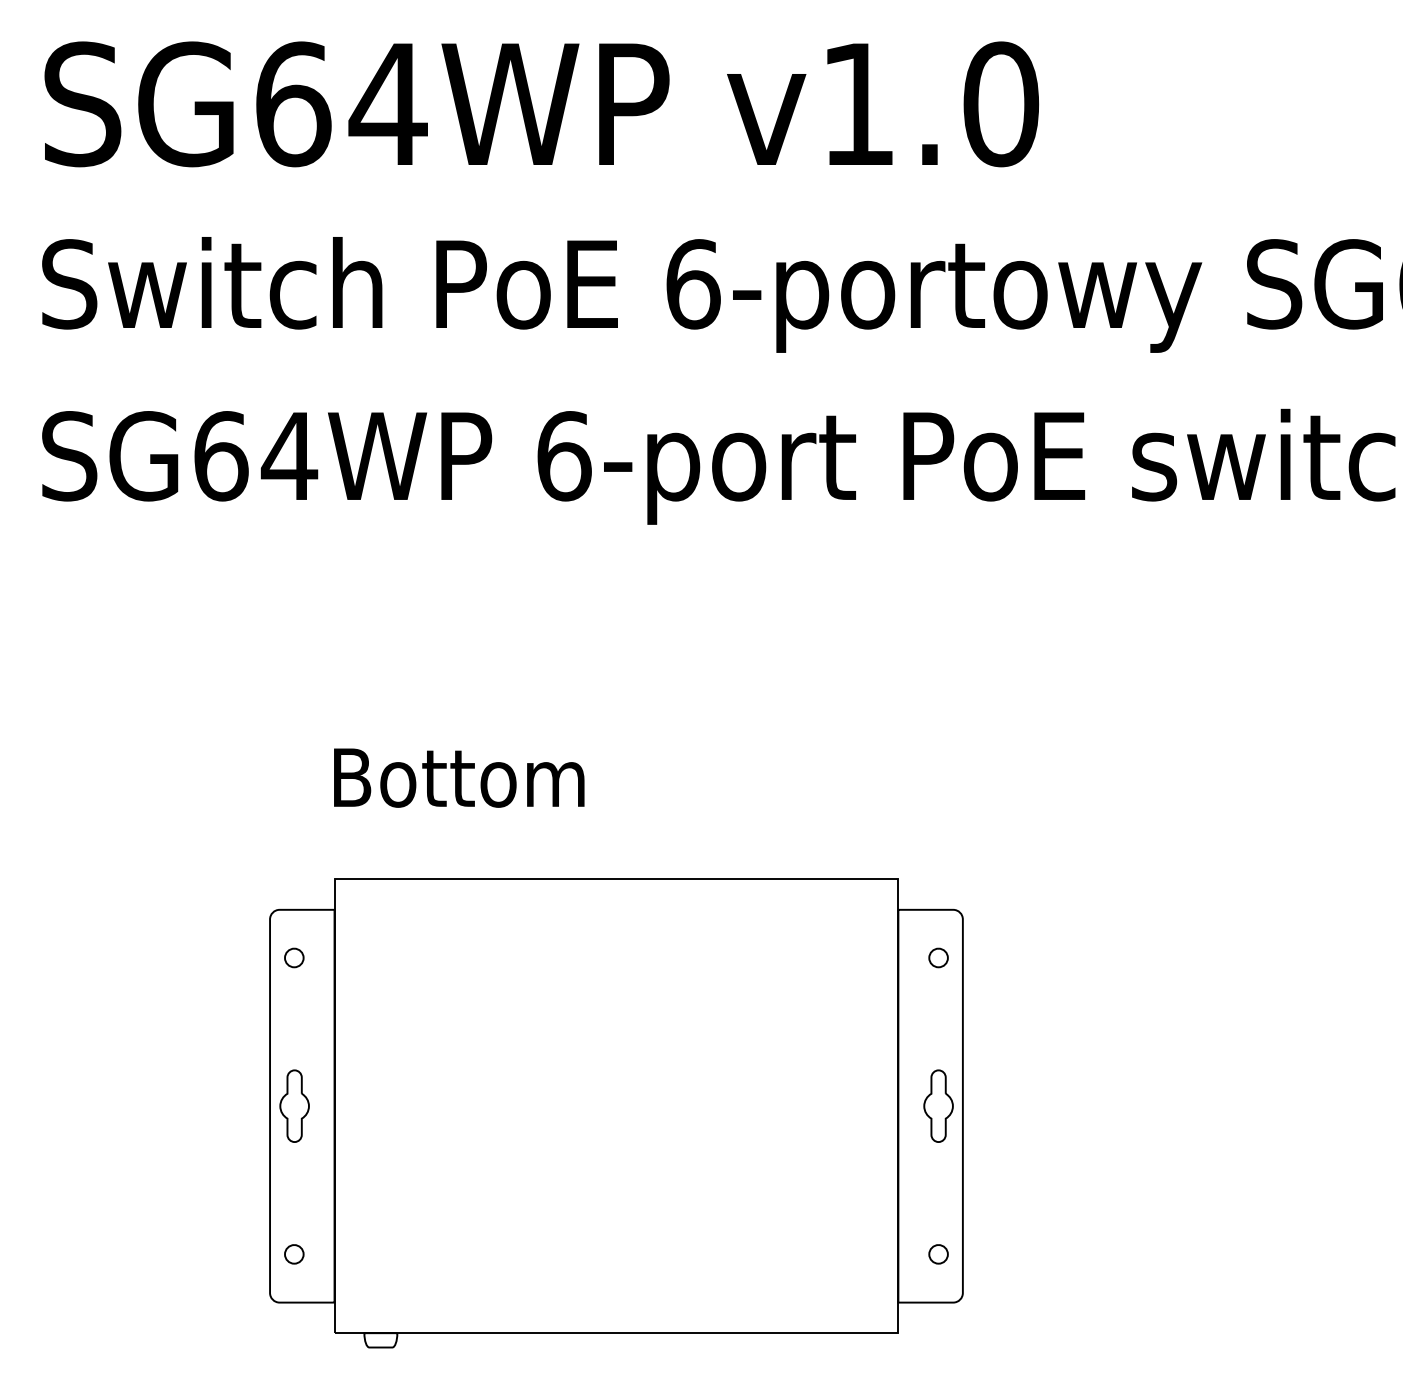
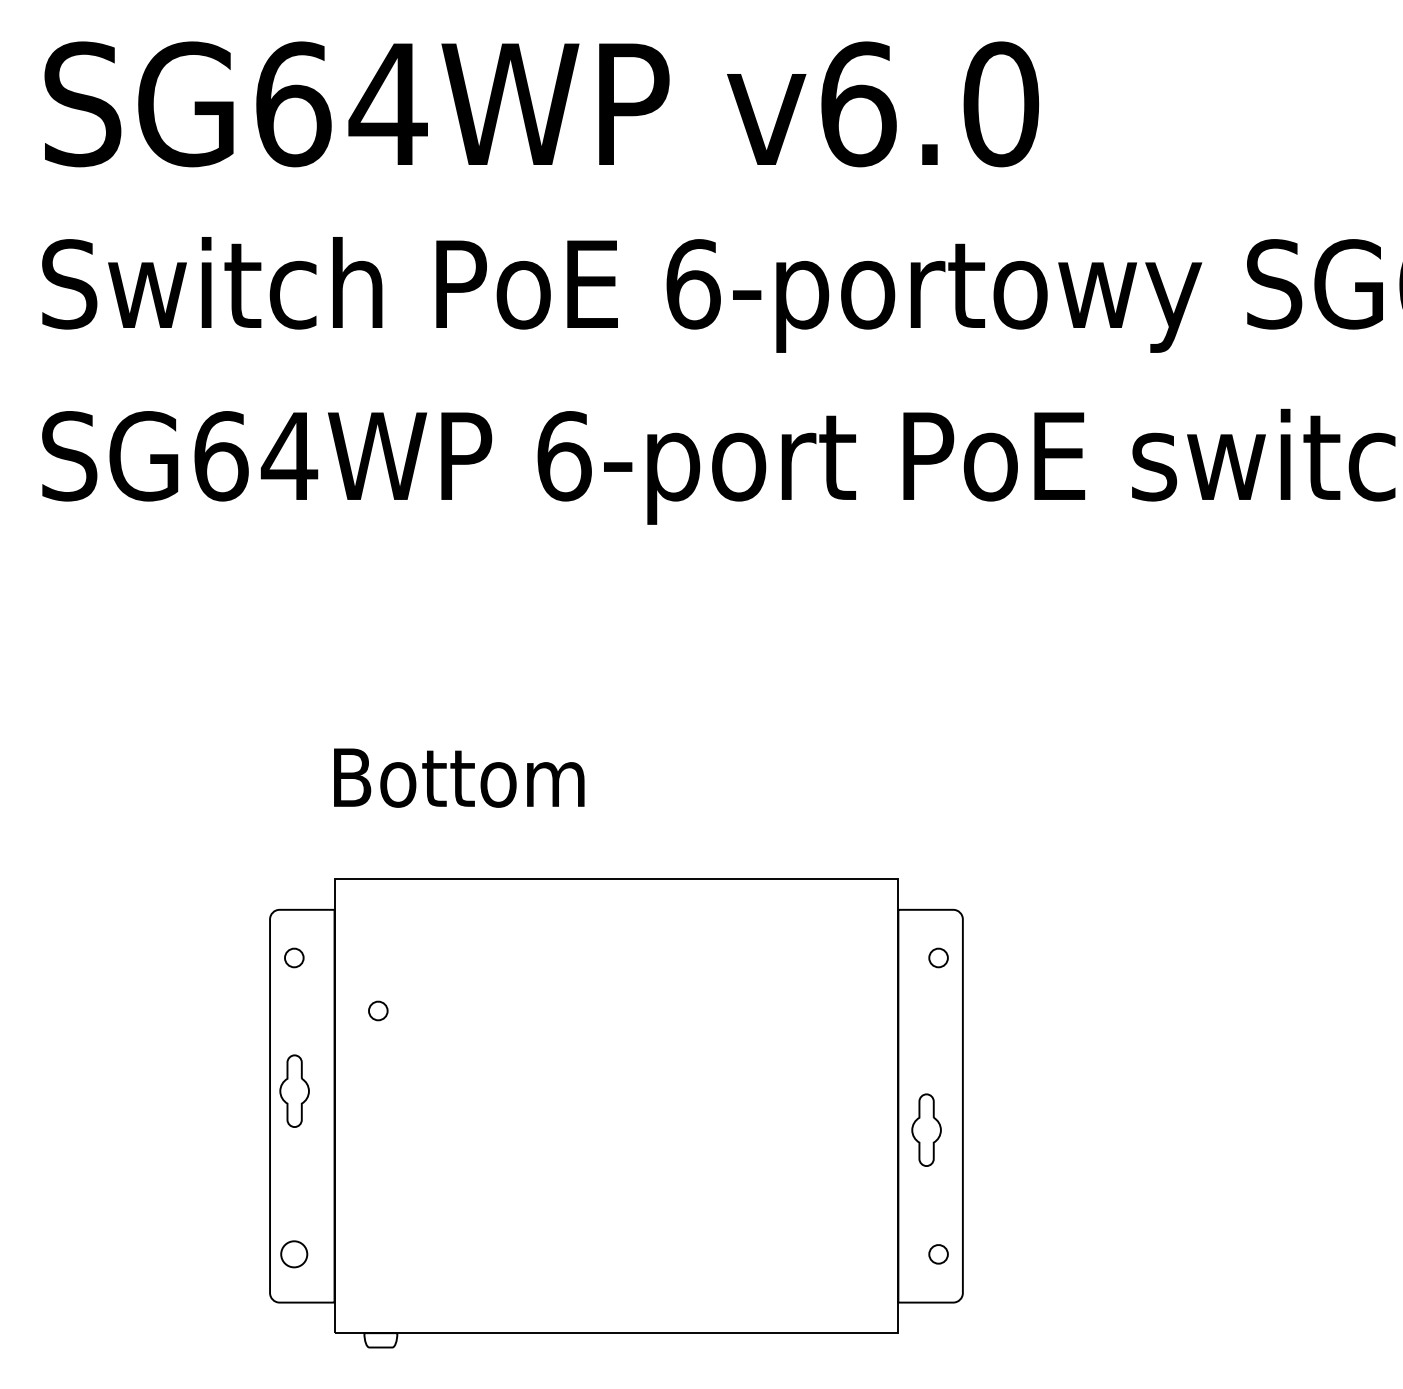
text at (858, 104): v1.0 -> v6.0
part at (378, 1010): none -> present
part at (294, 1105) position: (294, 1105) -> (294, 1090)
part at (938, 1105) position: (938, 1105) -> (926, 1129)
part at (294, 1254) size: 21x21 px -> 29x29 px
